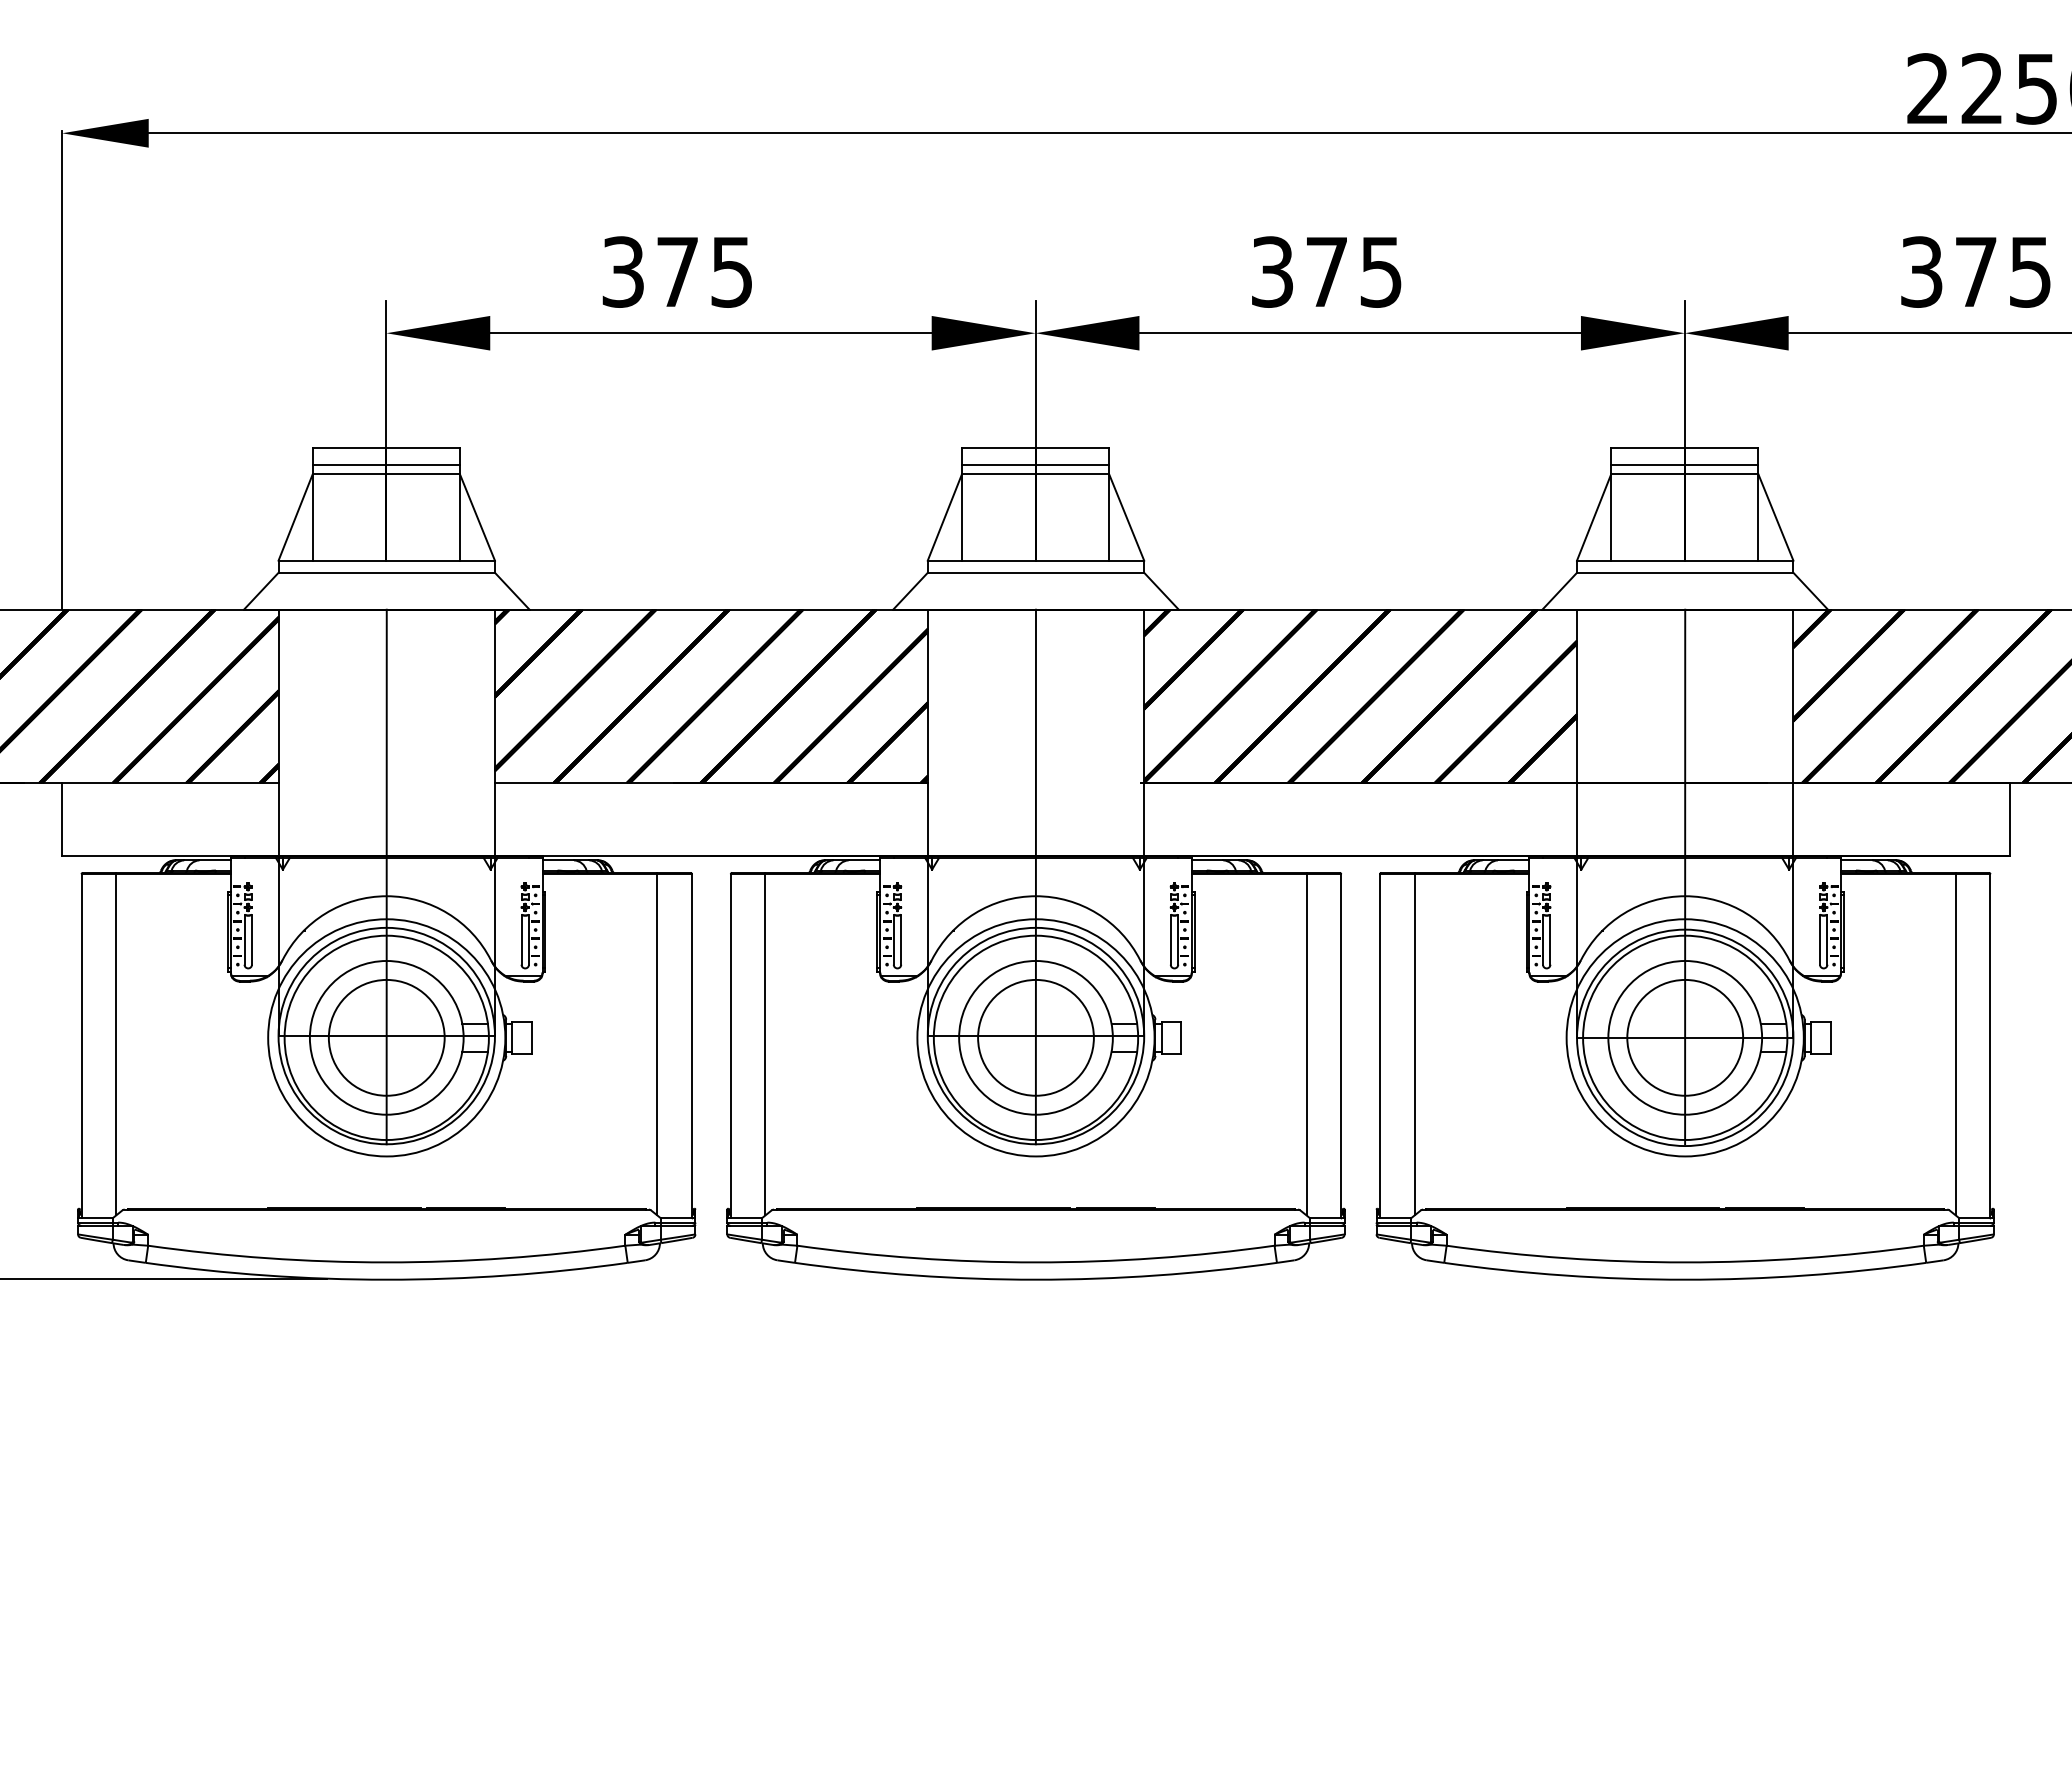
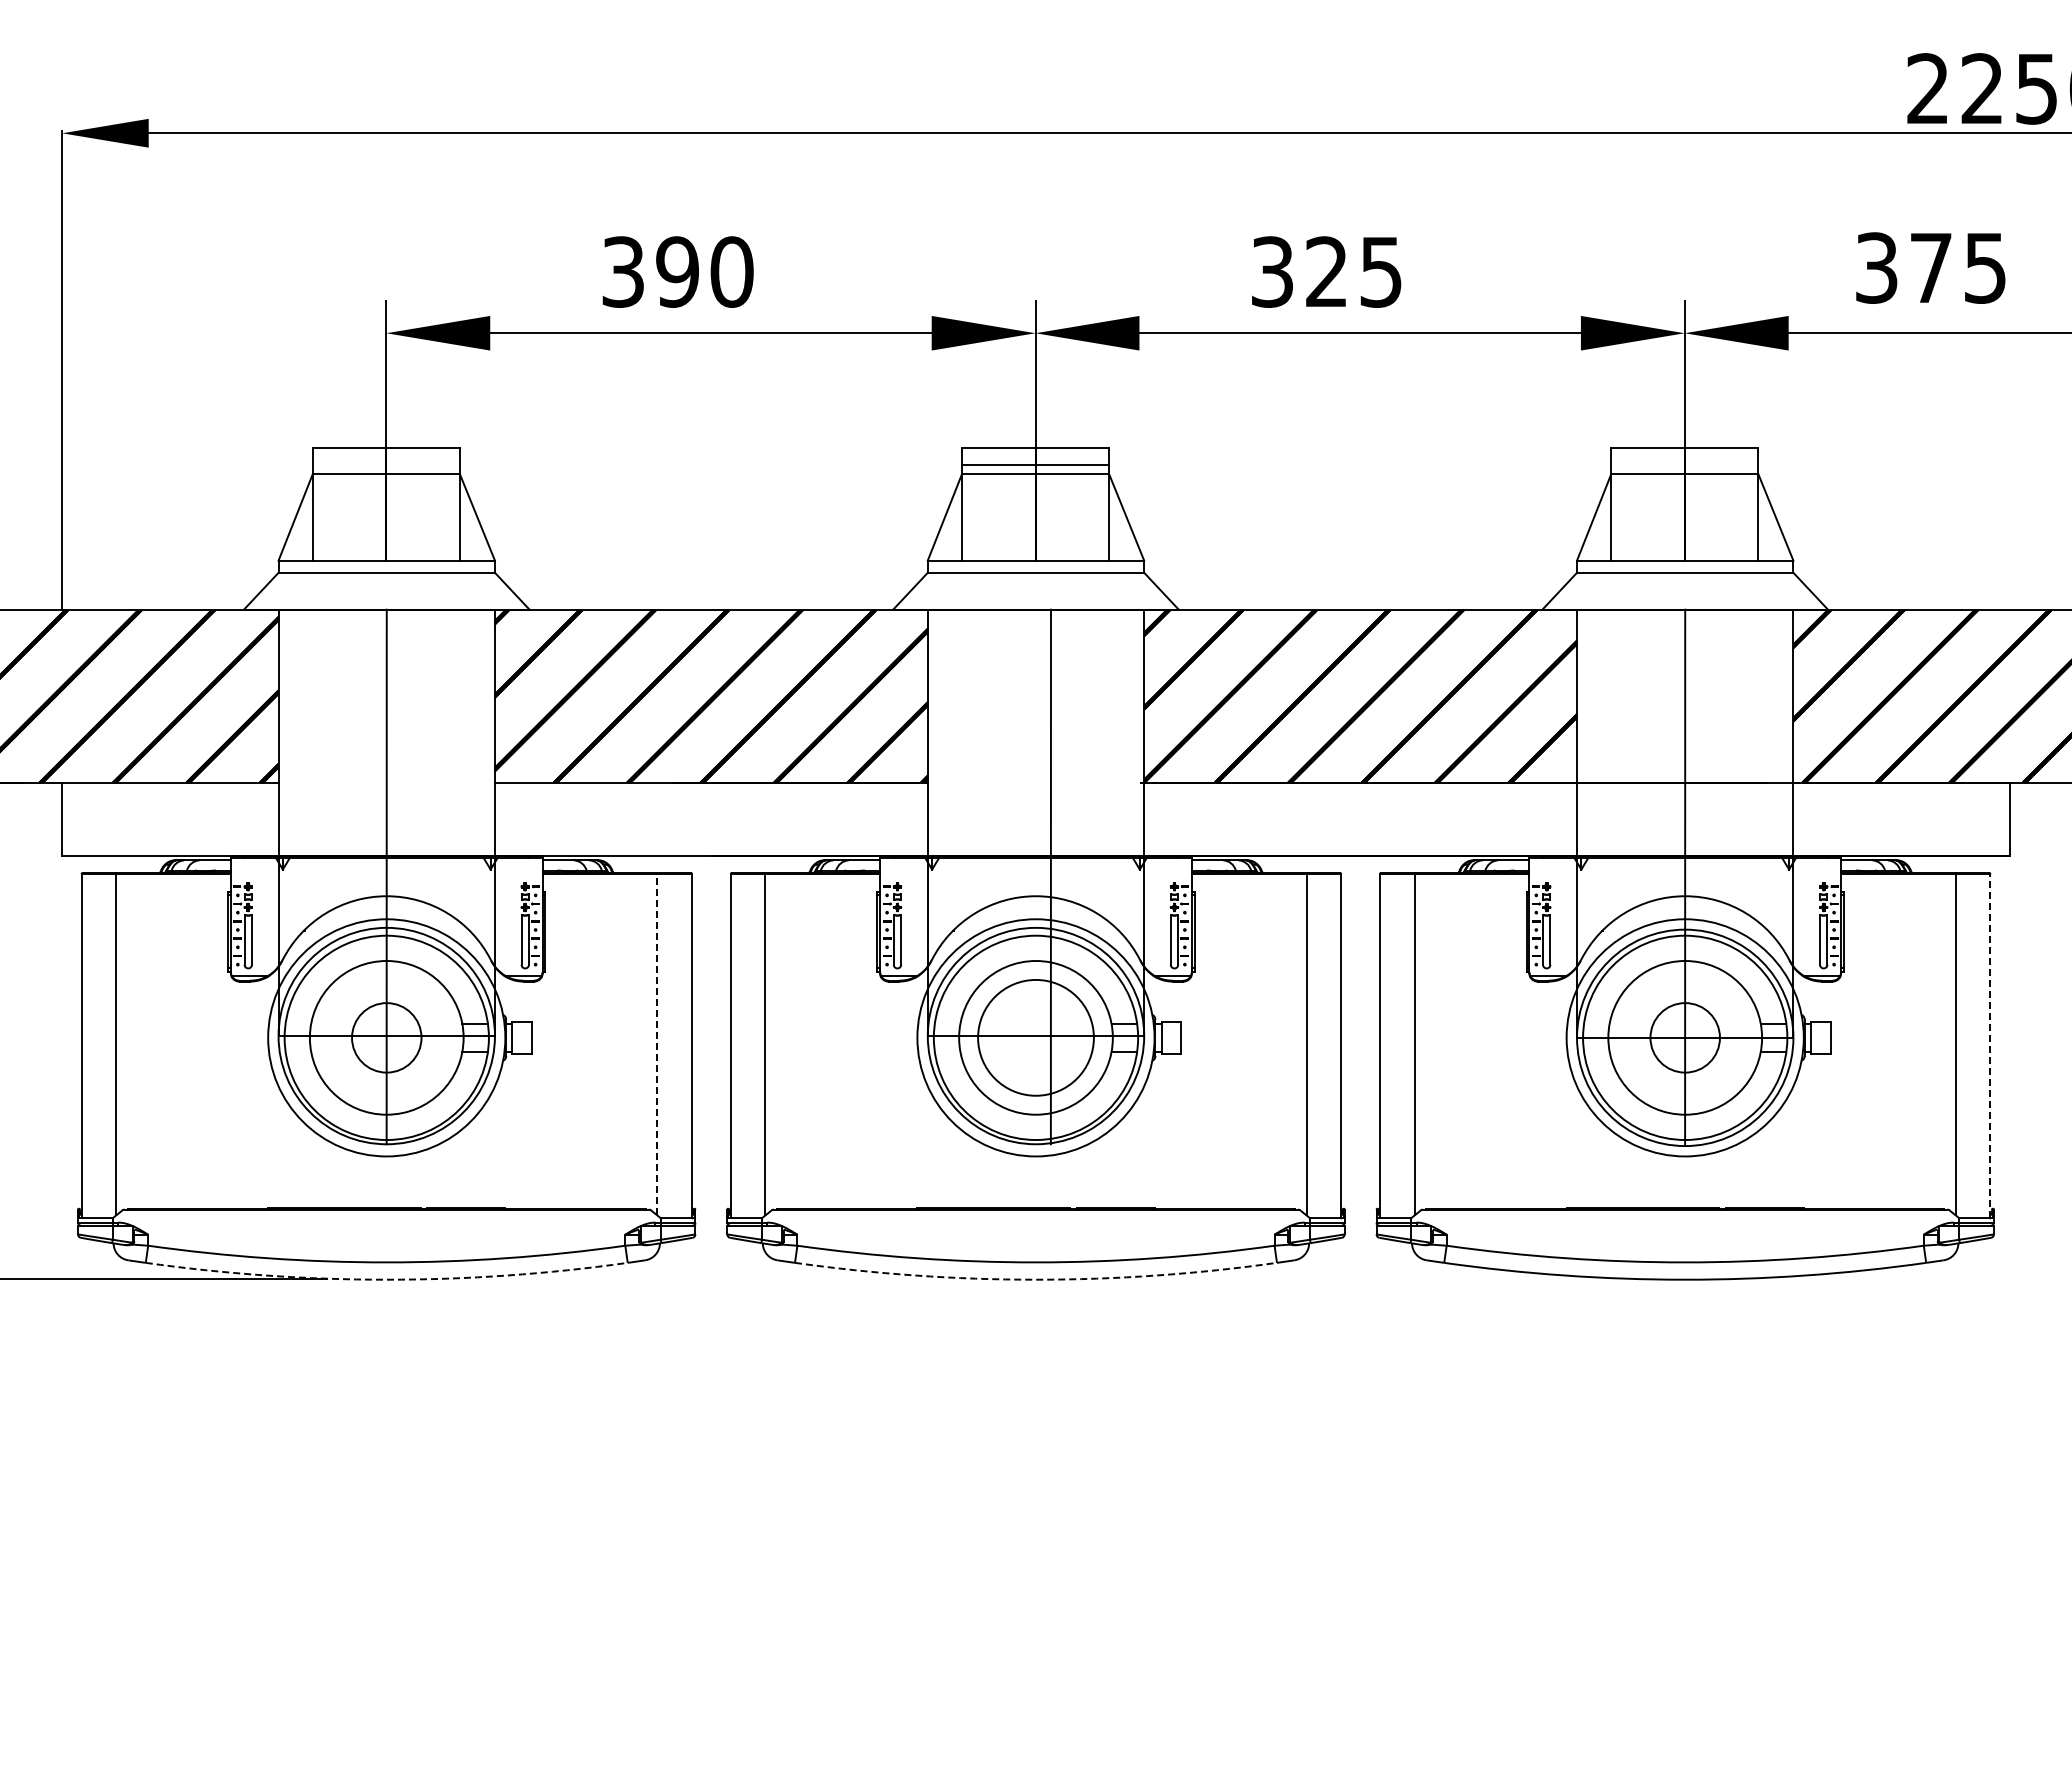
text at (704, 271): 375 -> 390
text at (1326, 271): 375 -> 325
text at (1975, 271) position: (1975, 271) -> (1930, 267)
line at (385, 464): present -> none
line at (1684, 464): present -> none
line at (1035, 876) position: (1035, 876) -> (1050, 876)
circle at (386, 1037) diameter: 116 px -> 69 px
circle at (1685, 1037) diameter: 116 px -> 69 px
line at (657, 1044): solid -> dashed
line at (1990, 1045): solid -> dashed
arc at (386, 1279): solid -> dashed
arc at (1035, 1279): solid -> dashed
